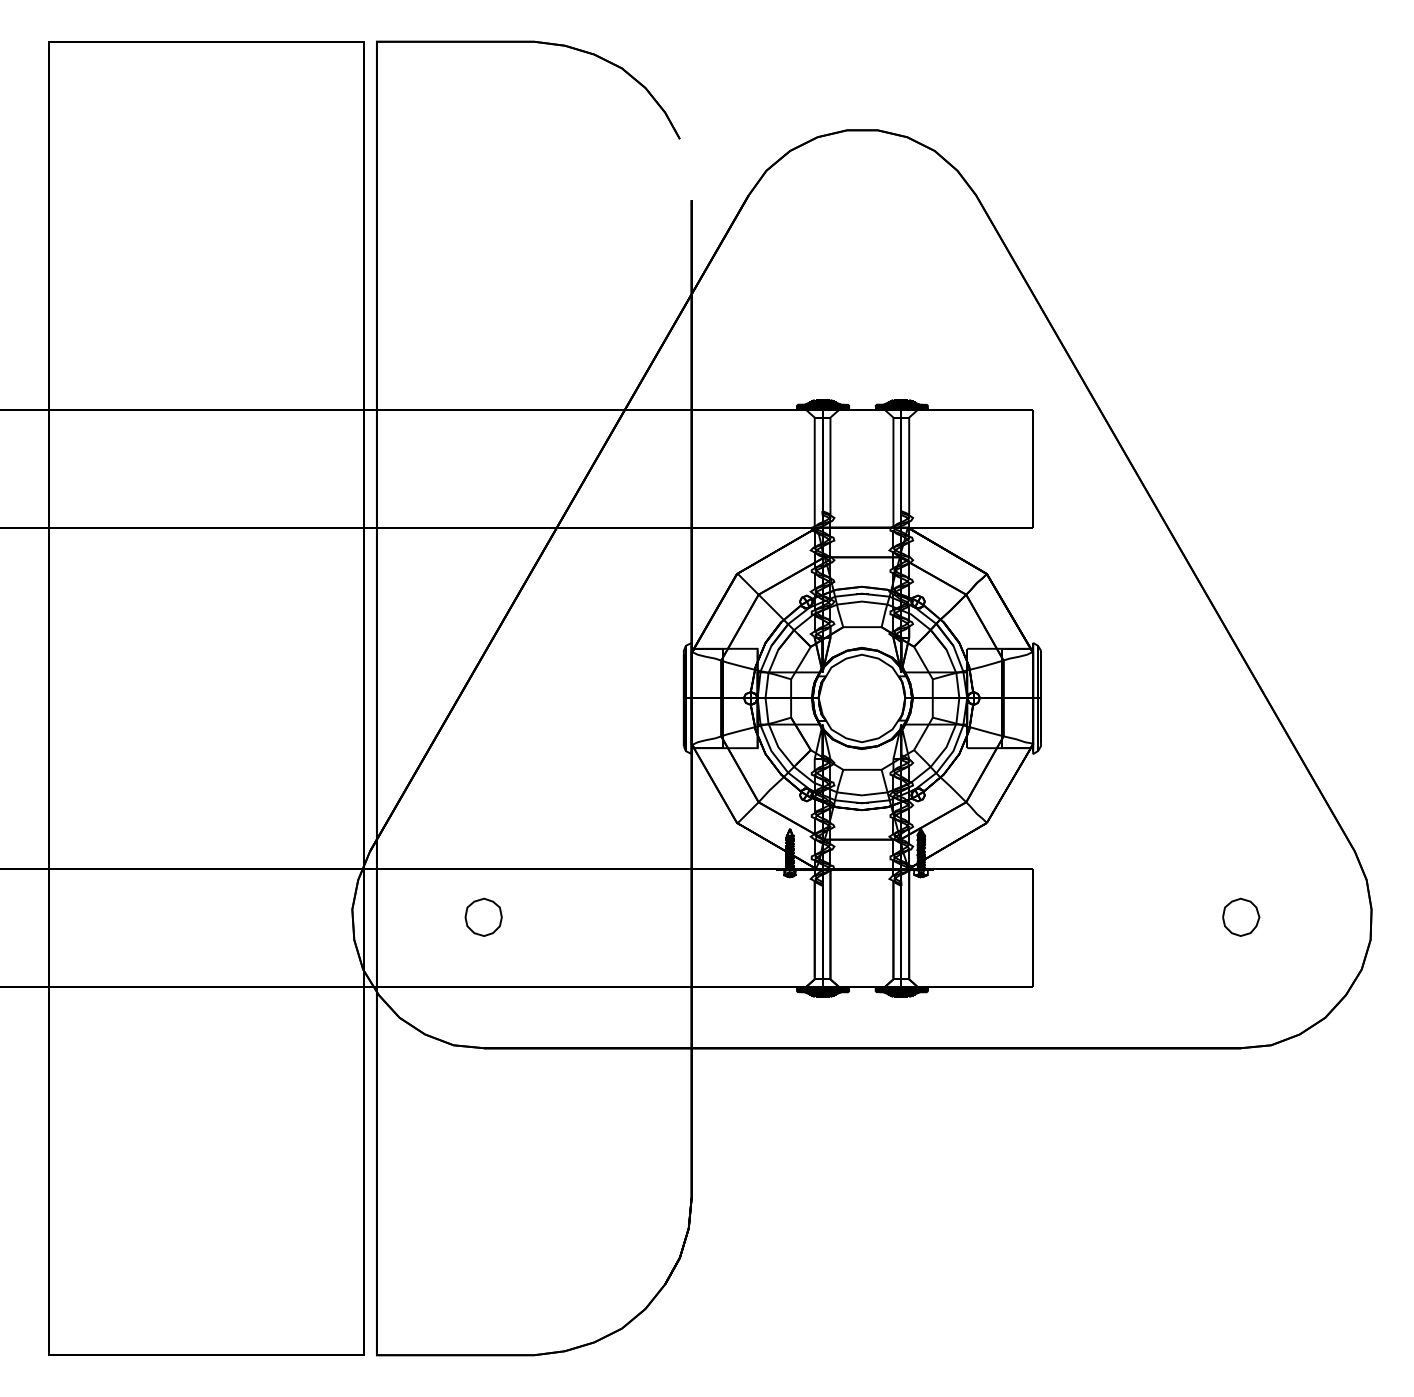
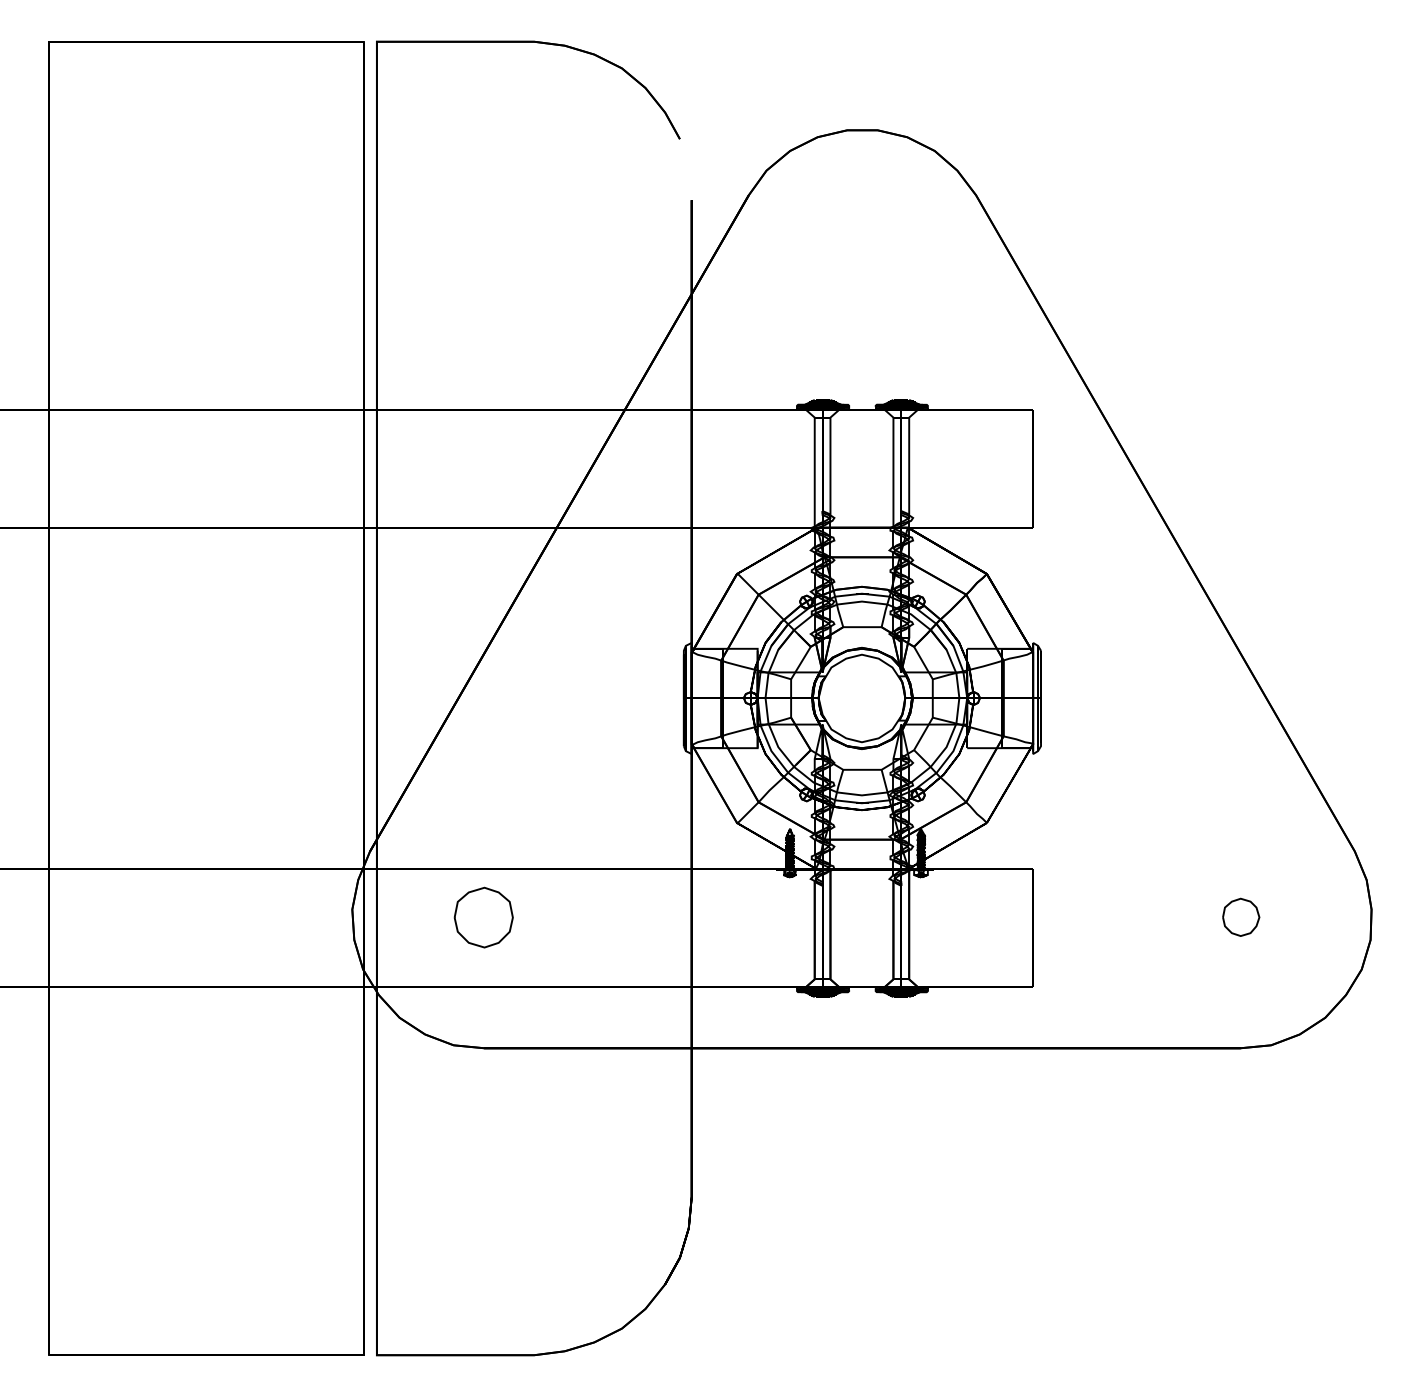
part at (483, 916) size: 39x40 px -> 61x63 px
